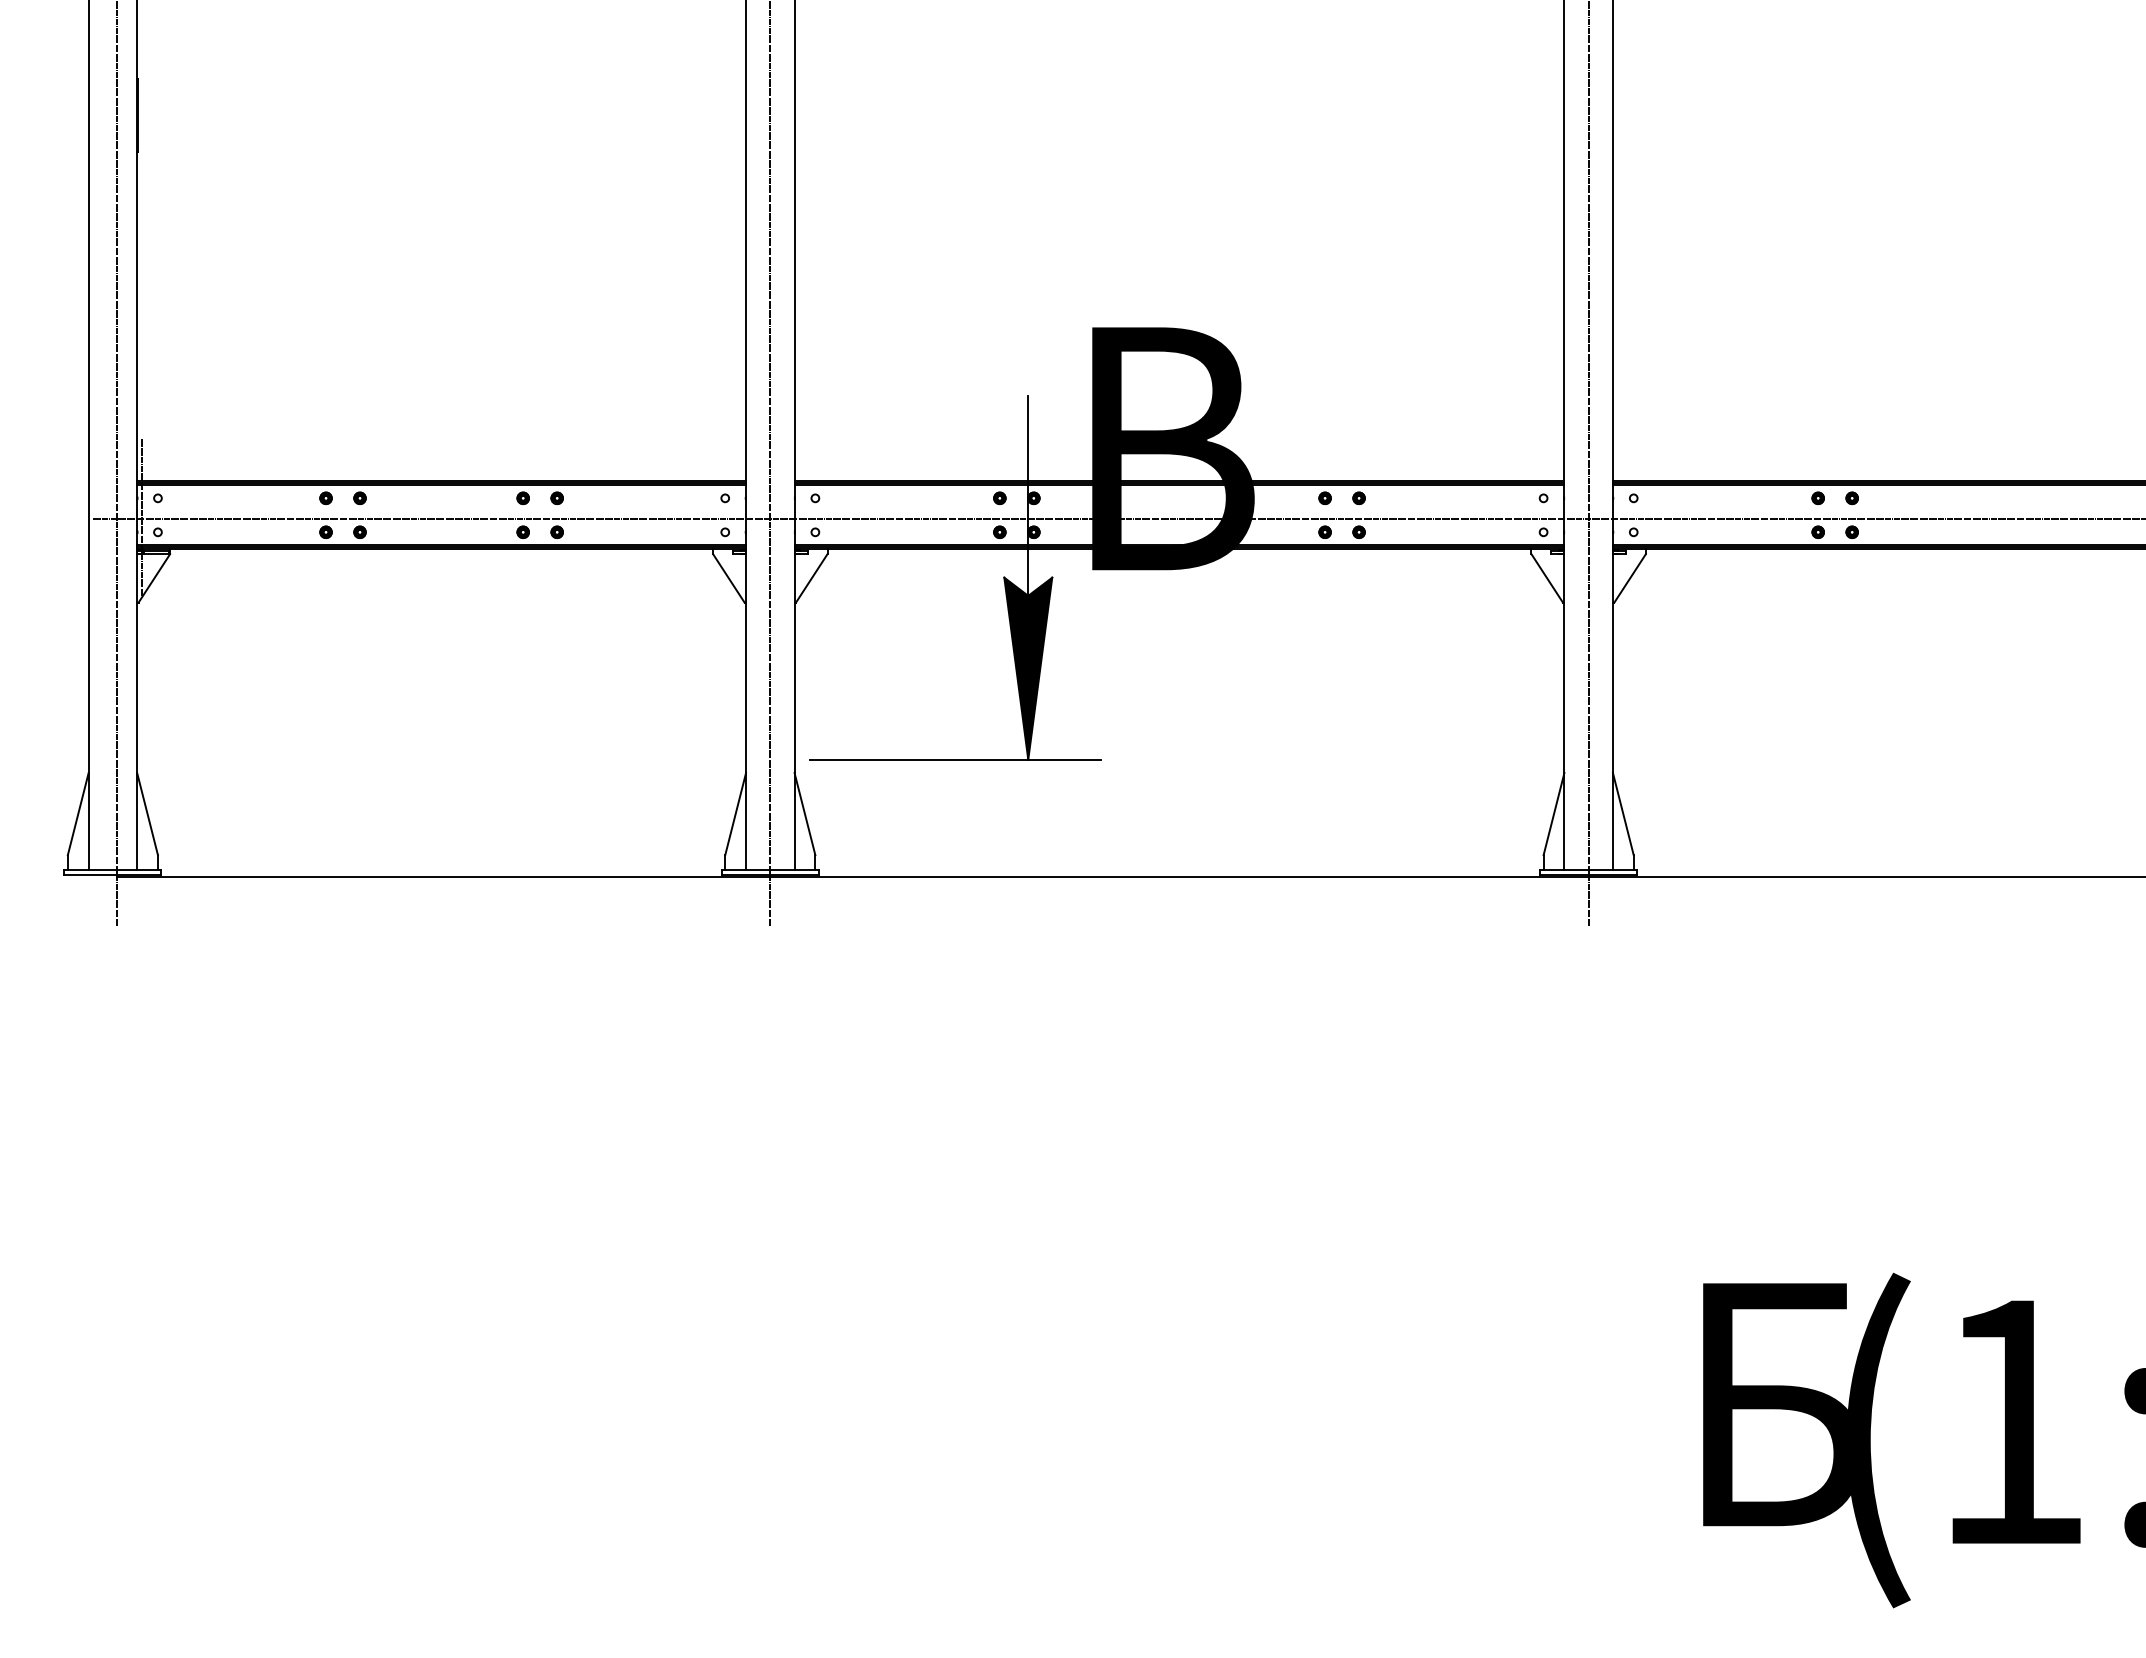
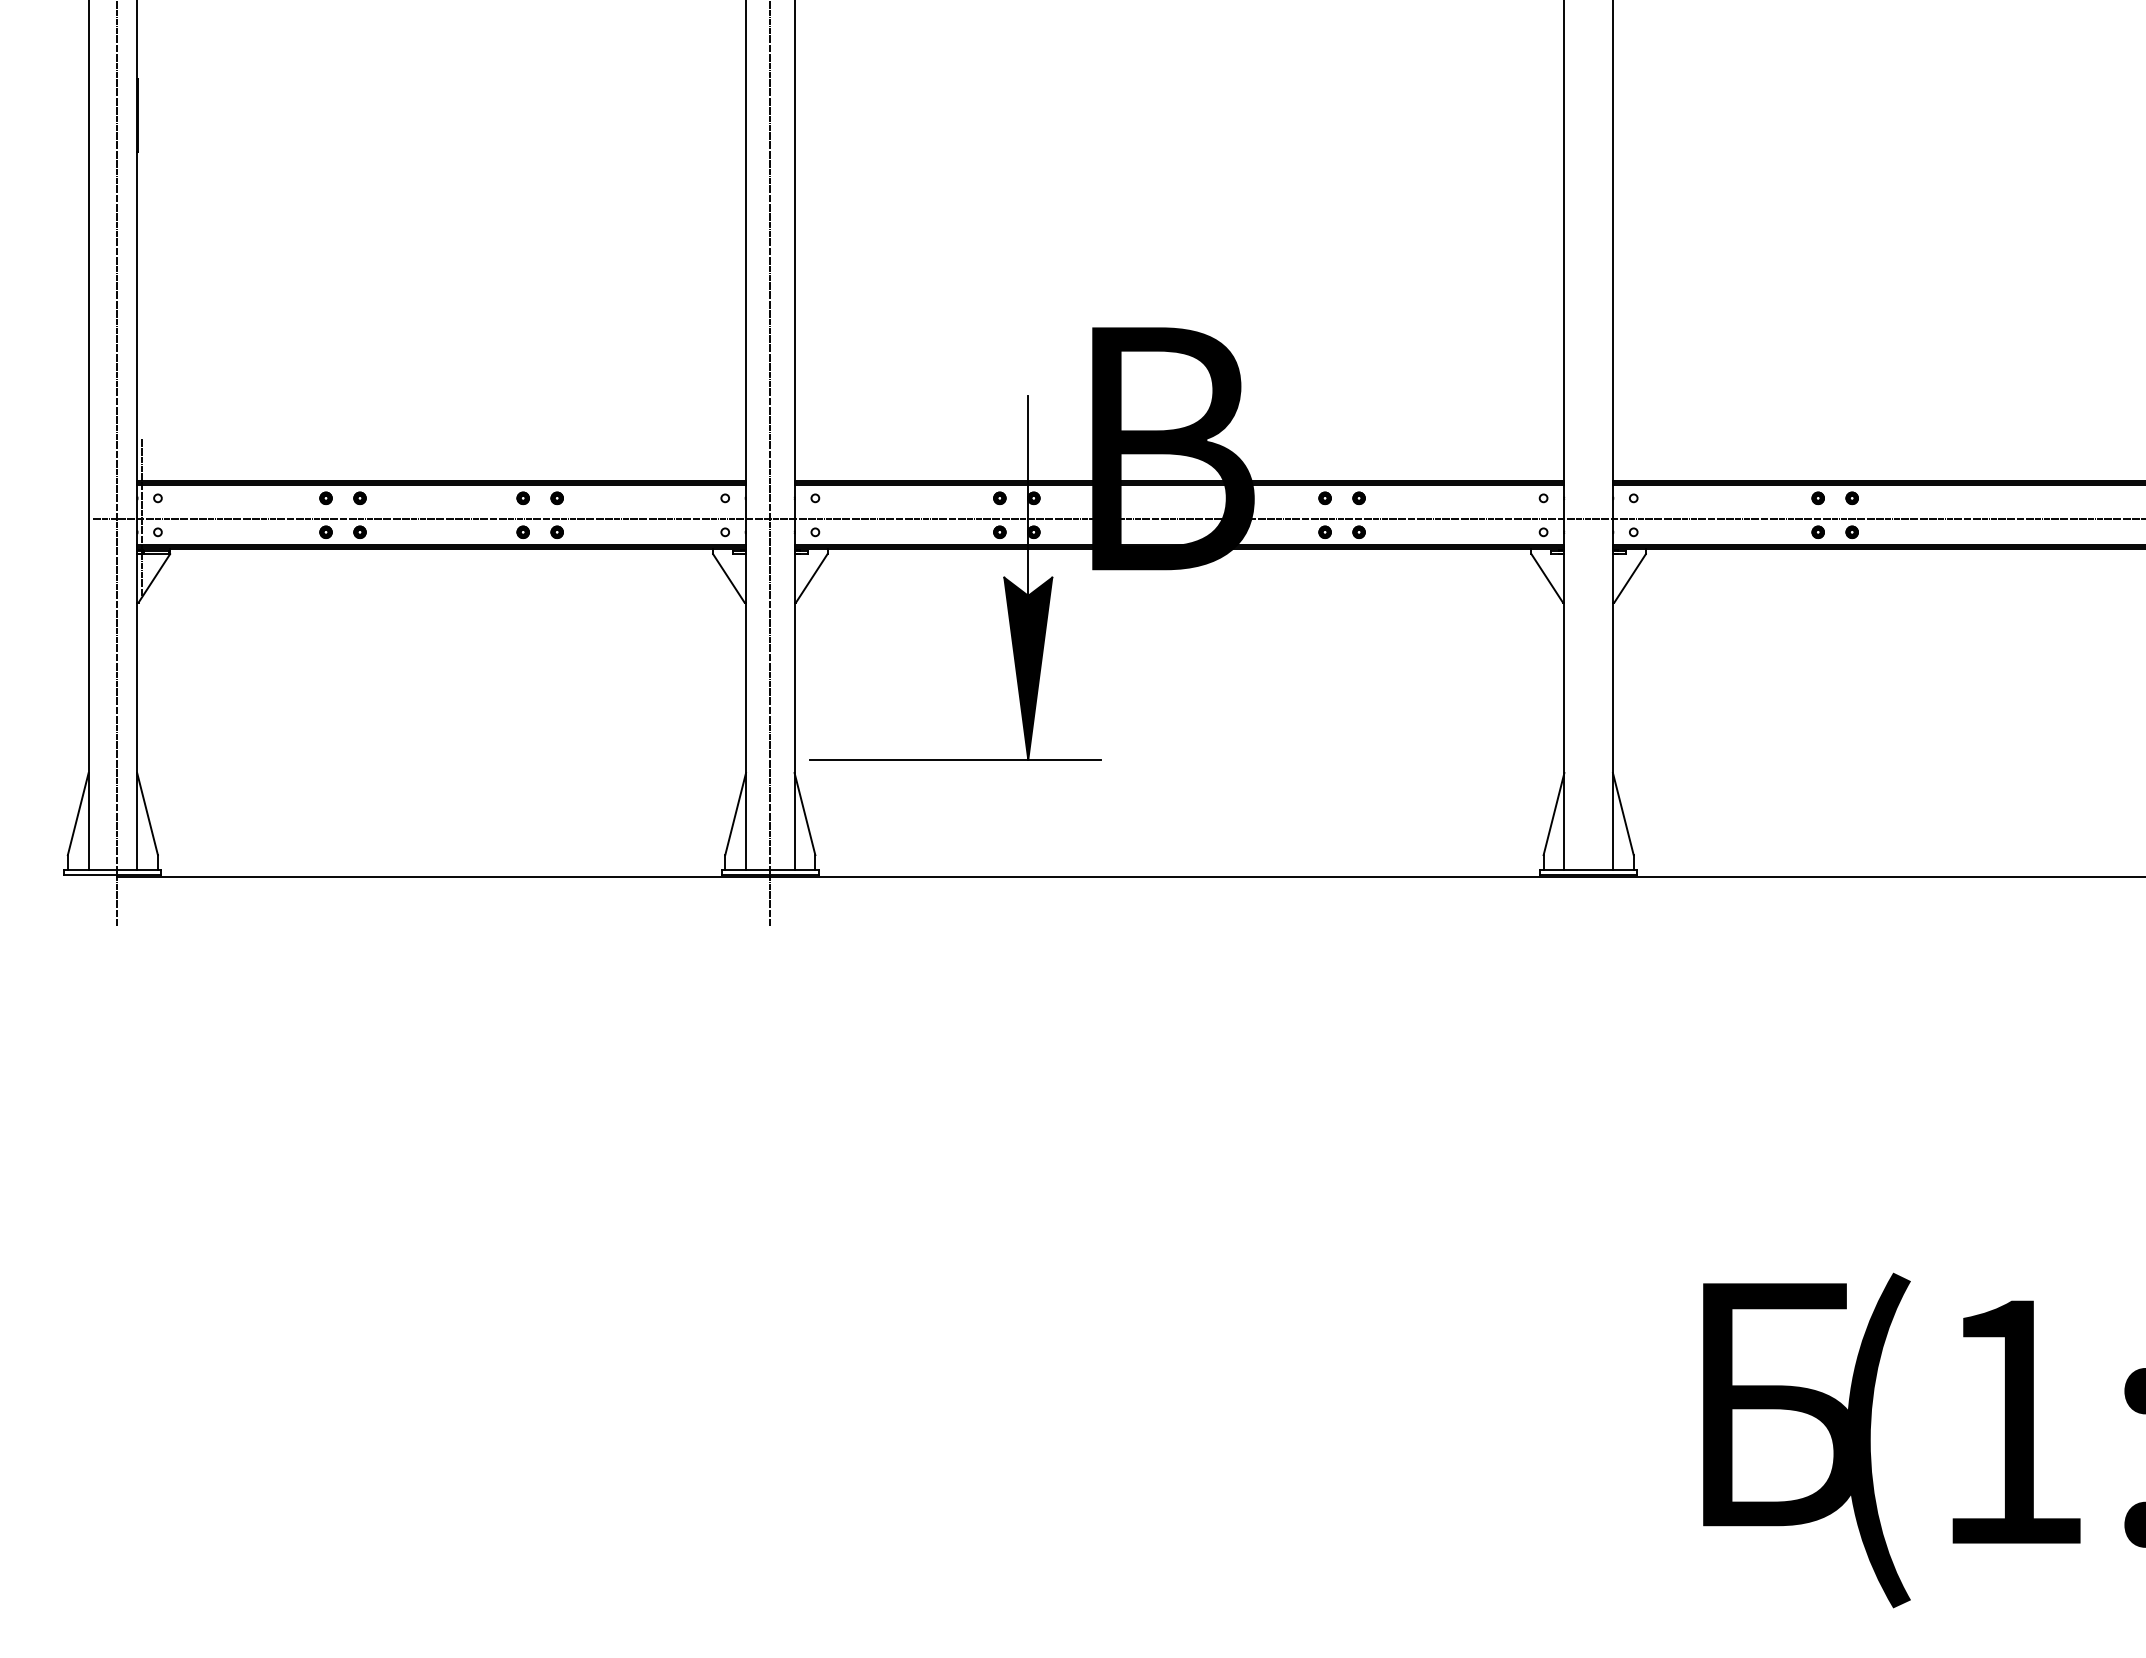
line at (1588, 463): present -> none
